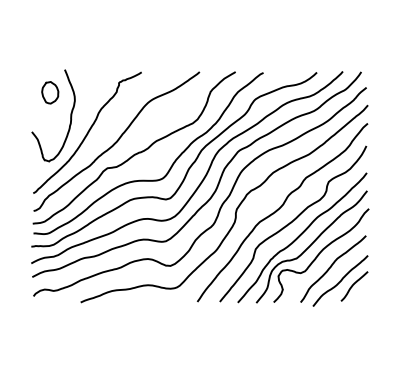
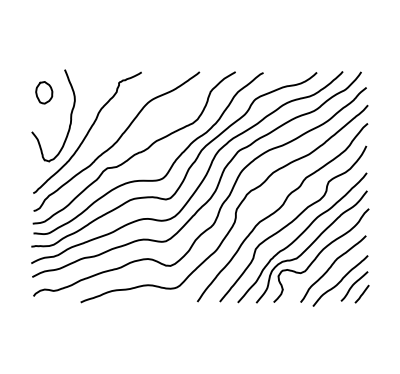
part at (50, 92) position: (50, 92) -> (44, 92)
line at (361, 293): none -> present
